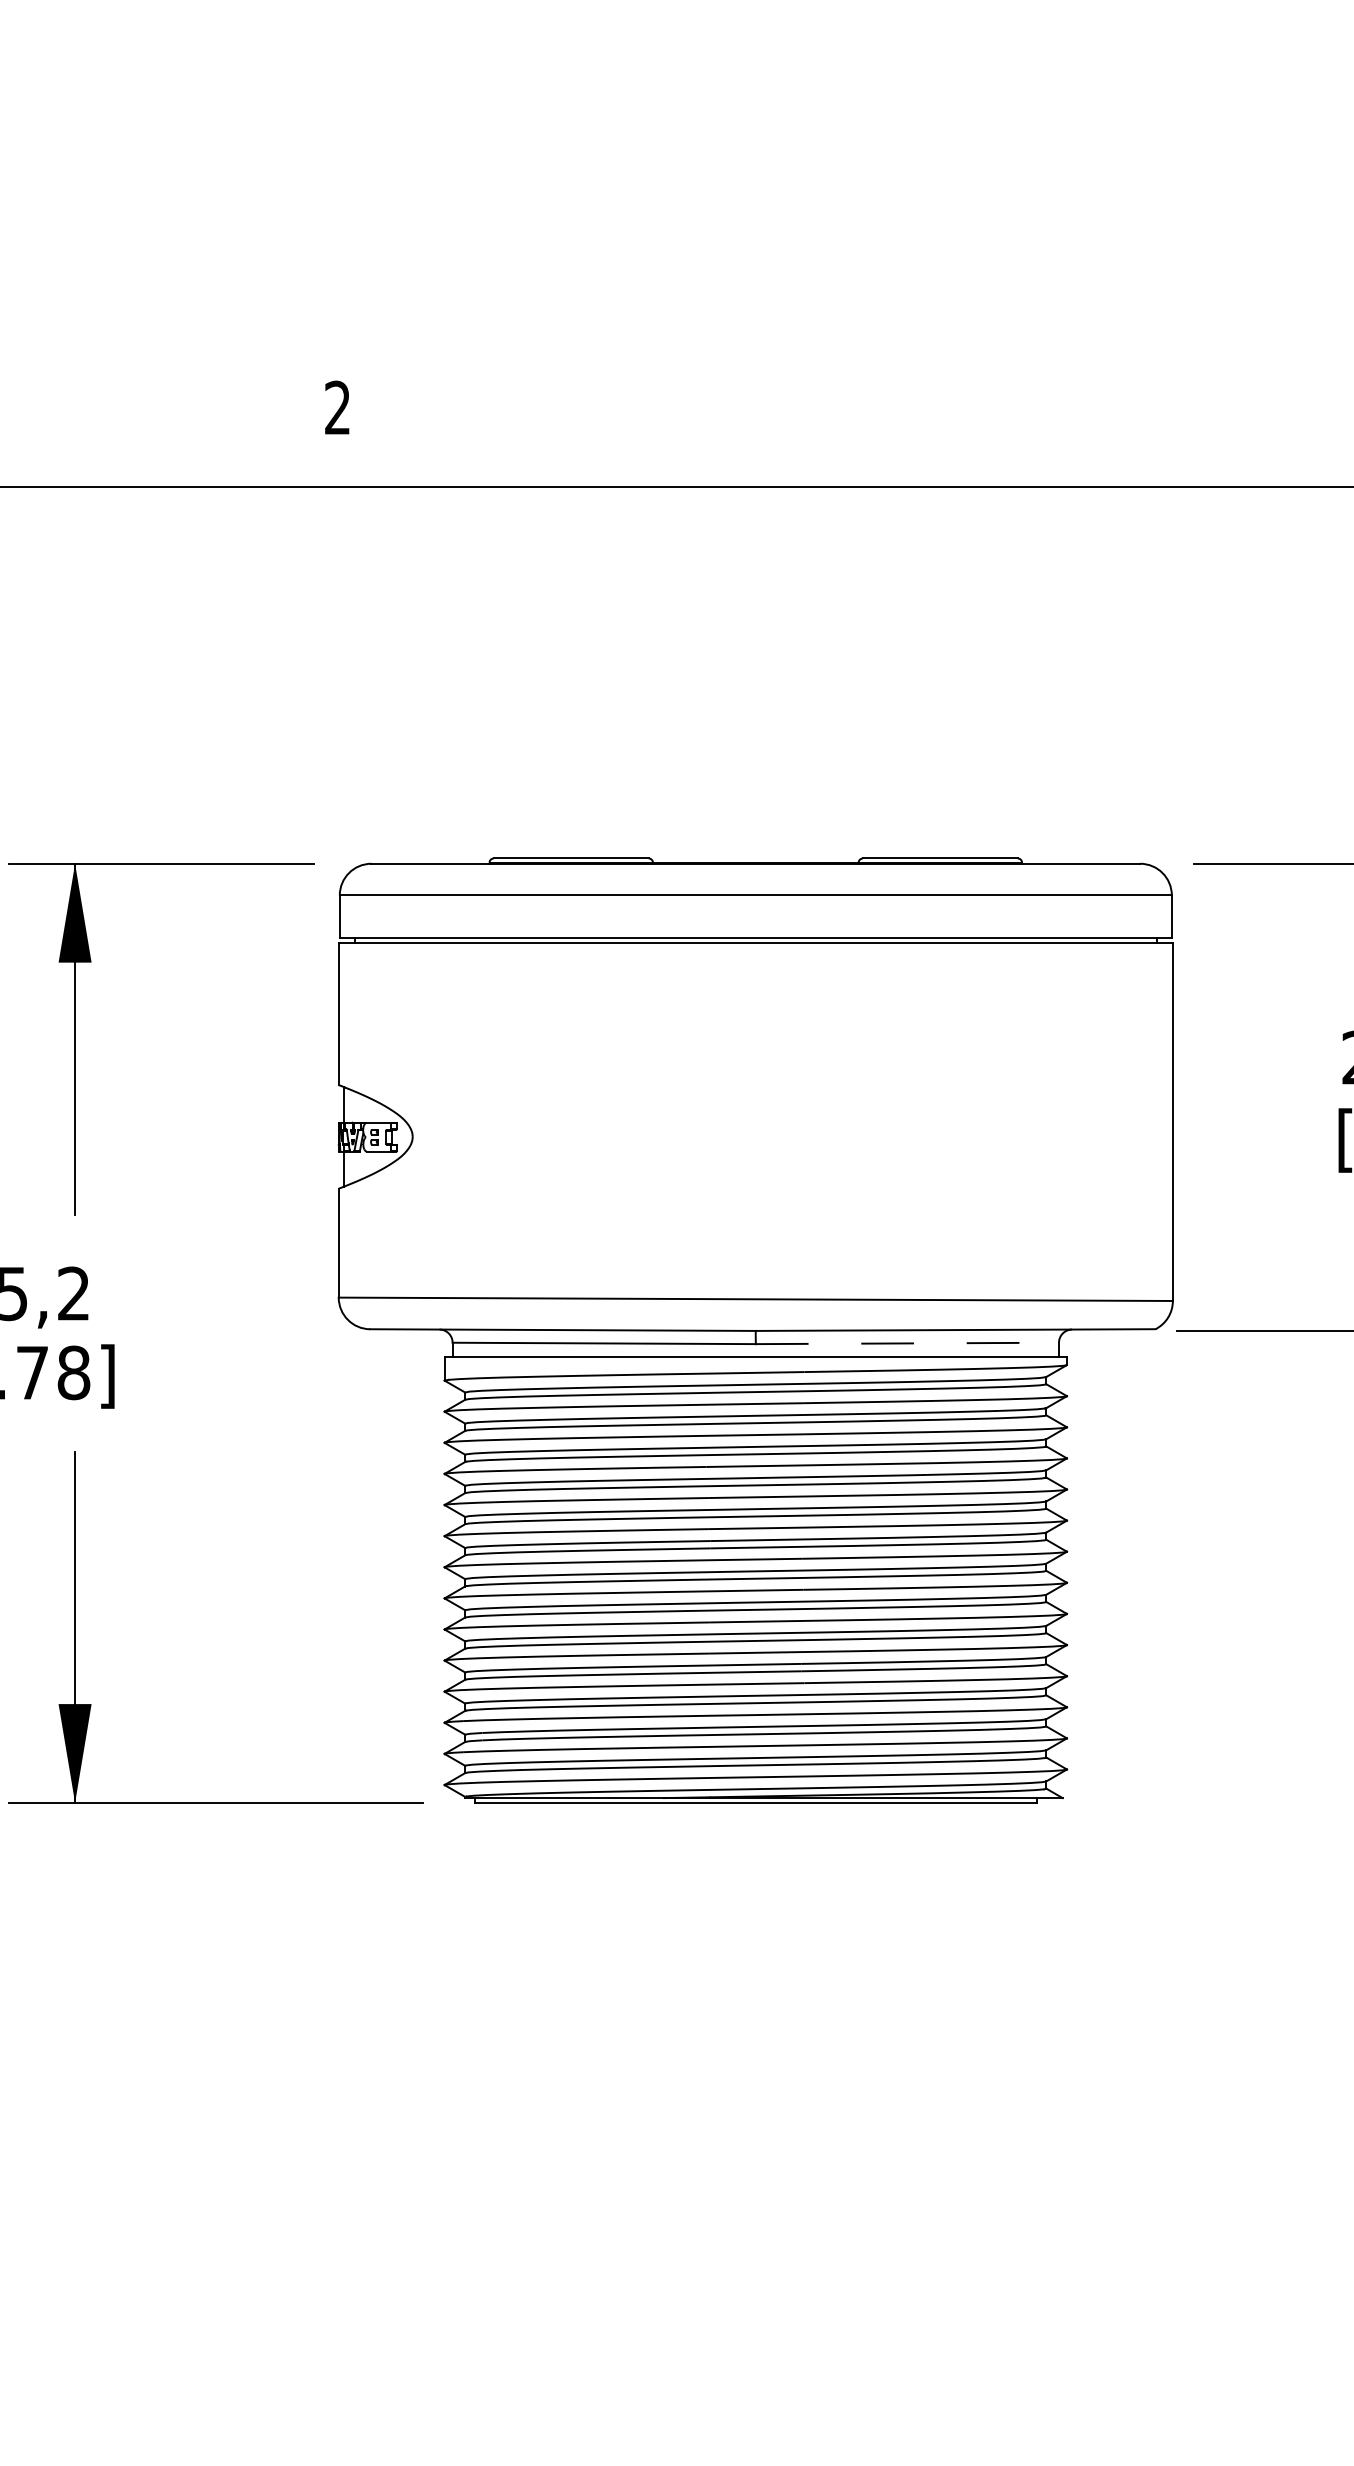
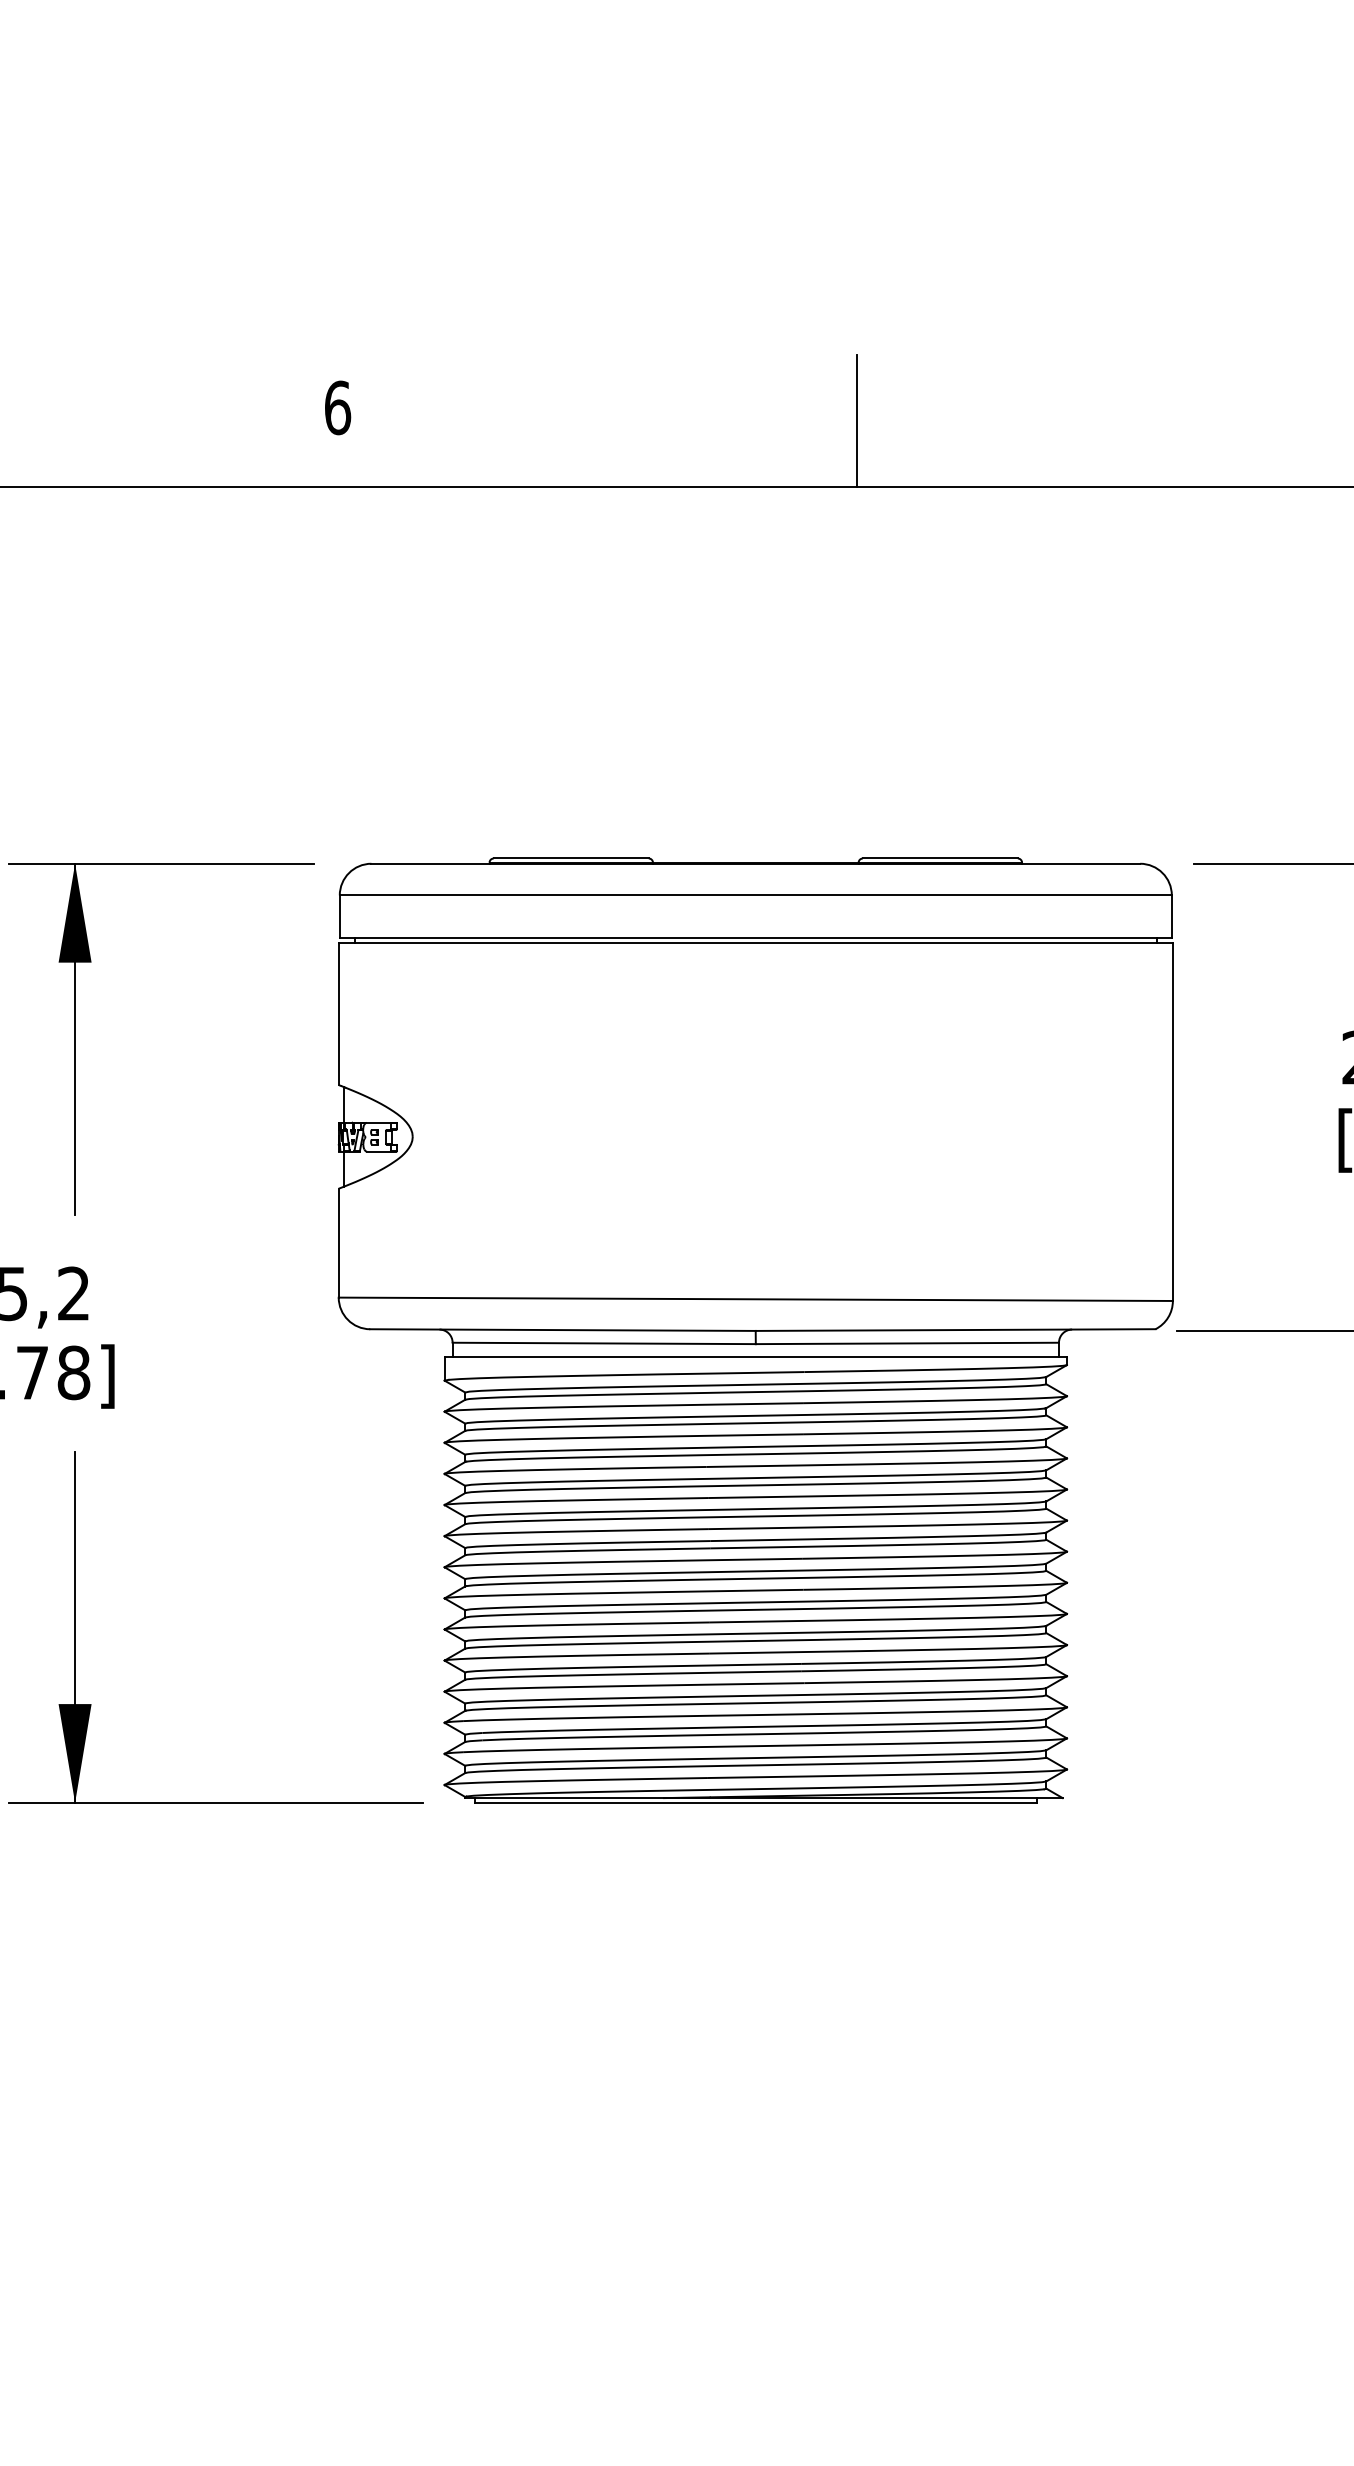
text at (338, 407): 2 -> 6
line at (857, 421): none -> present
line at (907, 1343): dashed -> solid
